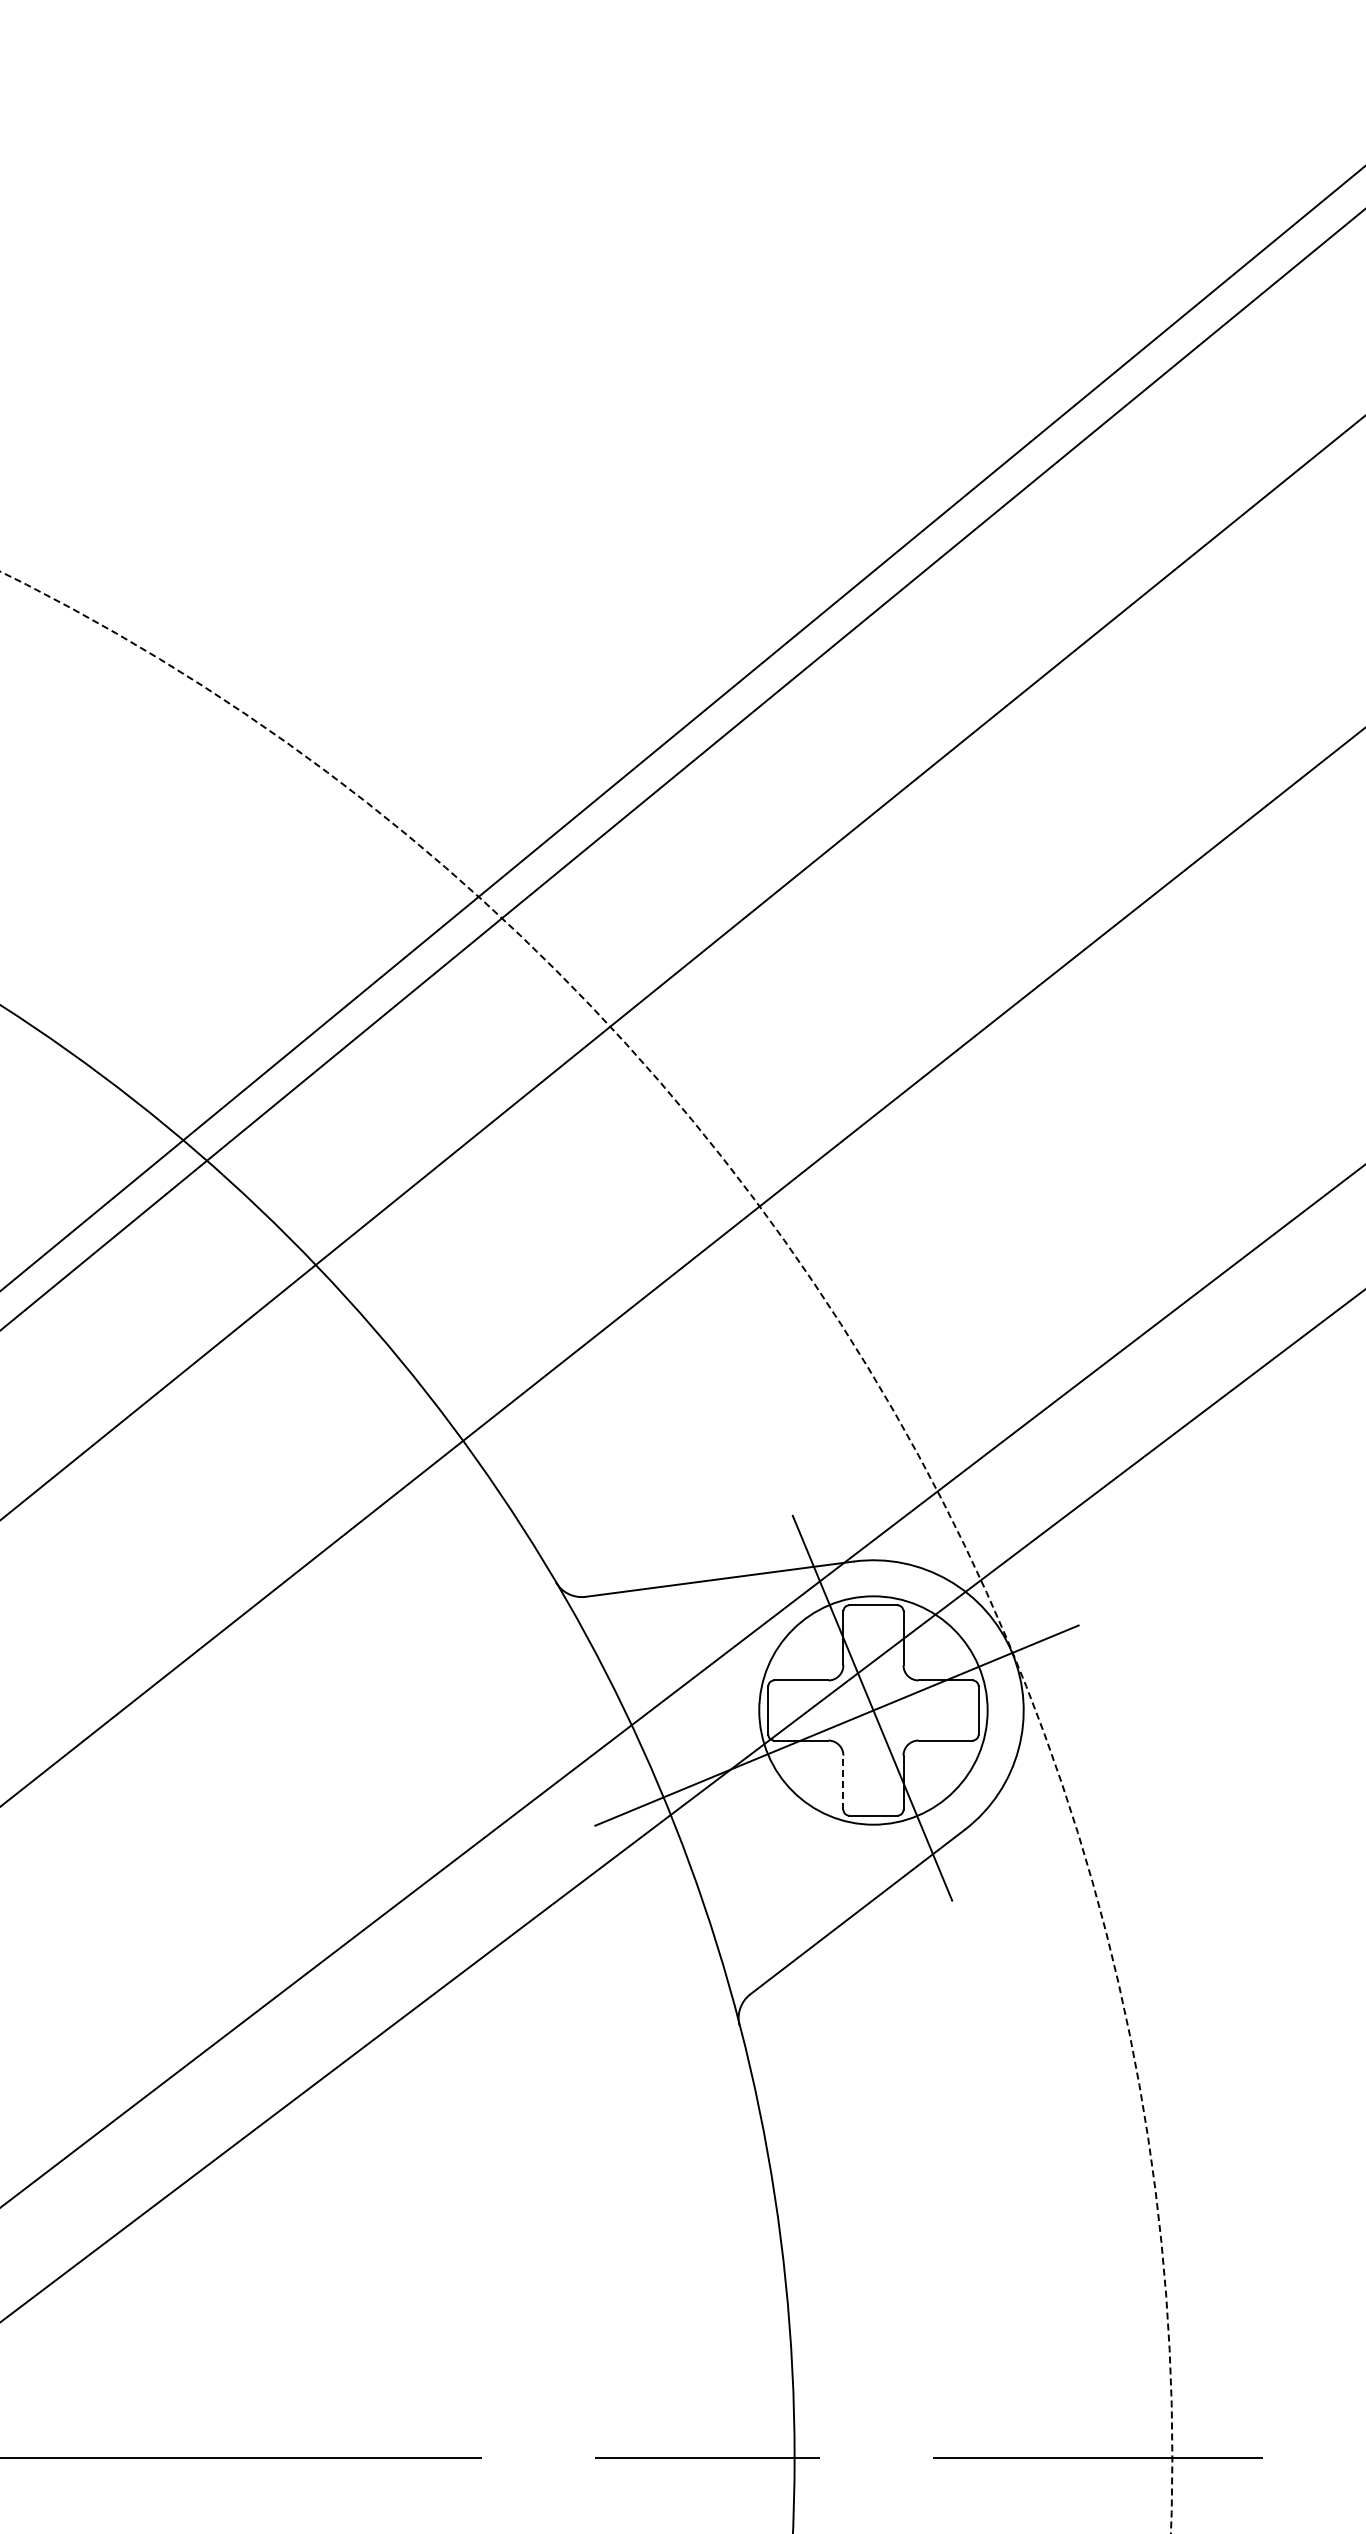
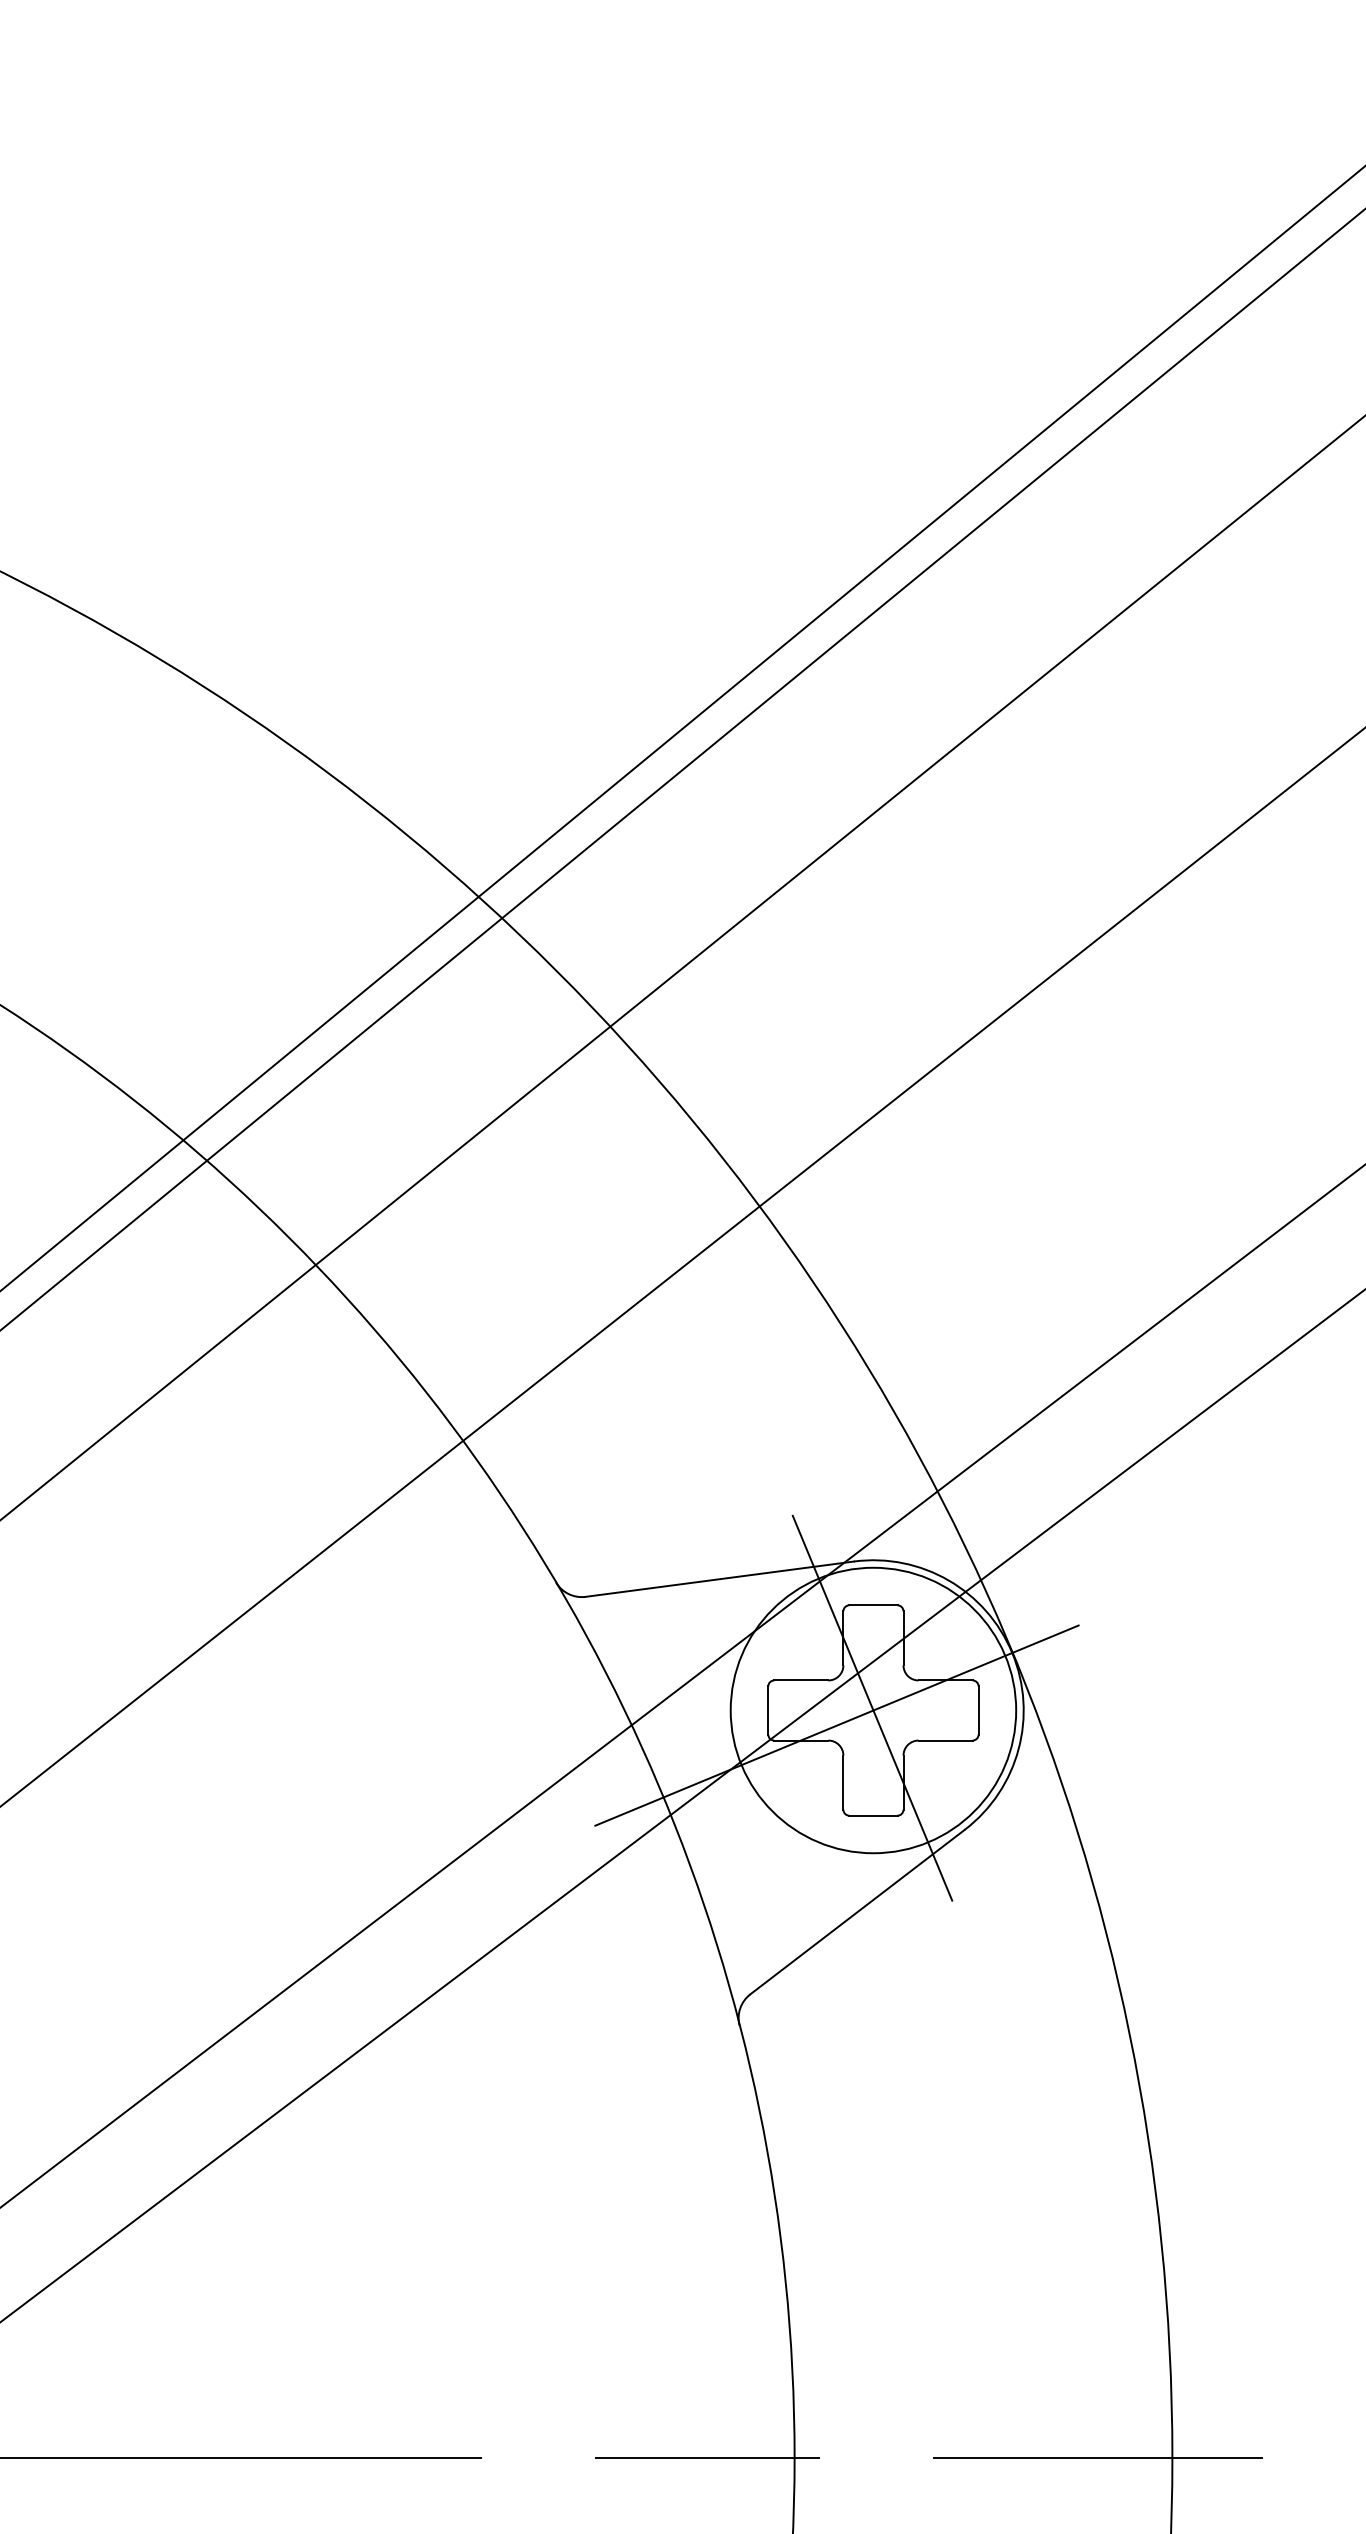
arc at (874, 1379): dashed -> solid
circle at (873, 1710) diameter: 228 px -> 285 px
line at (843, 1782): dashed -> solid
